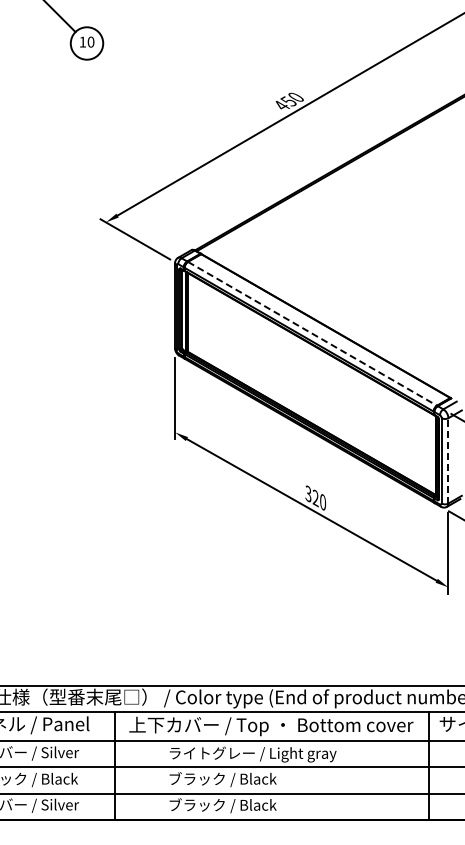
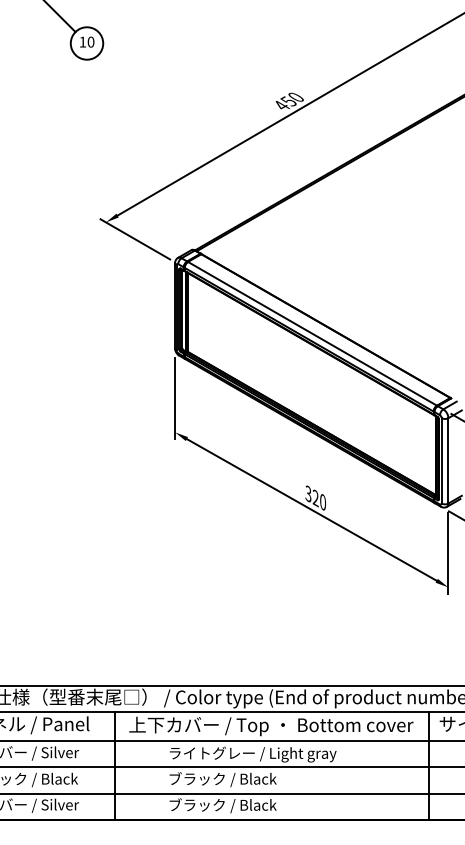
line at (312, 333): dashed -> solid
line at (448, 460): dashed -> solid
